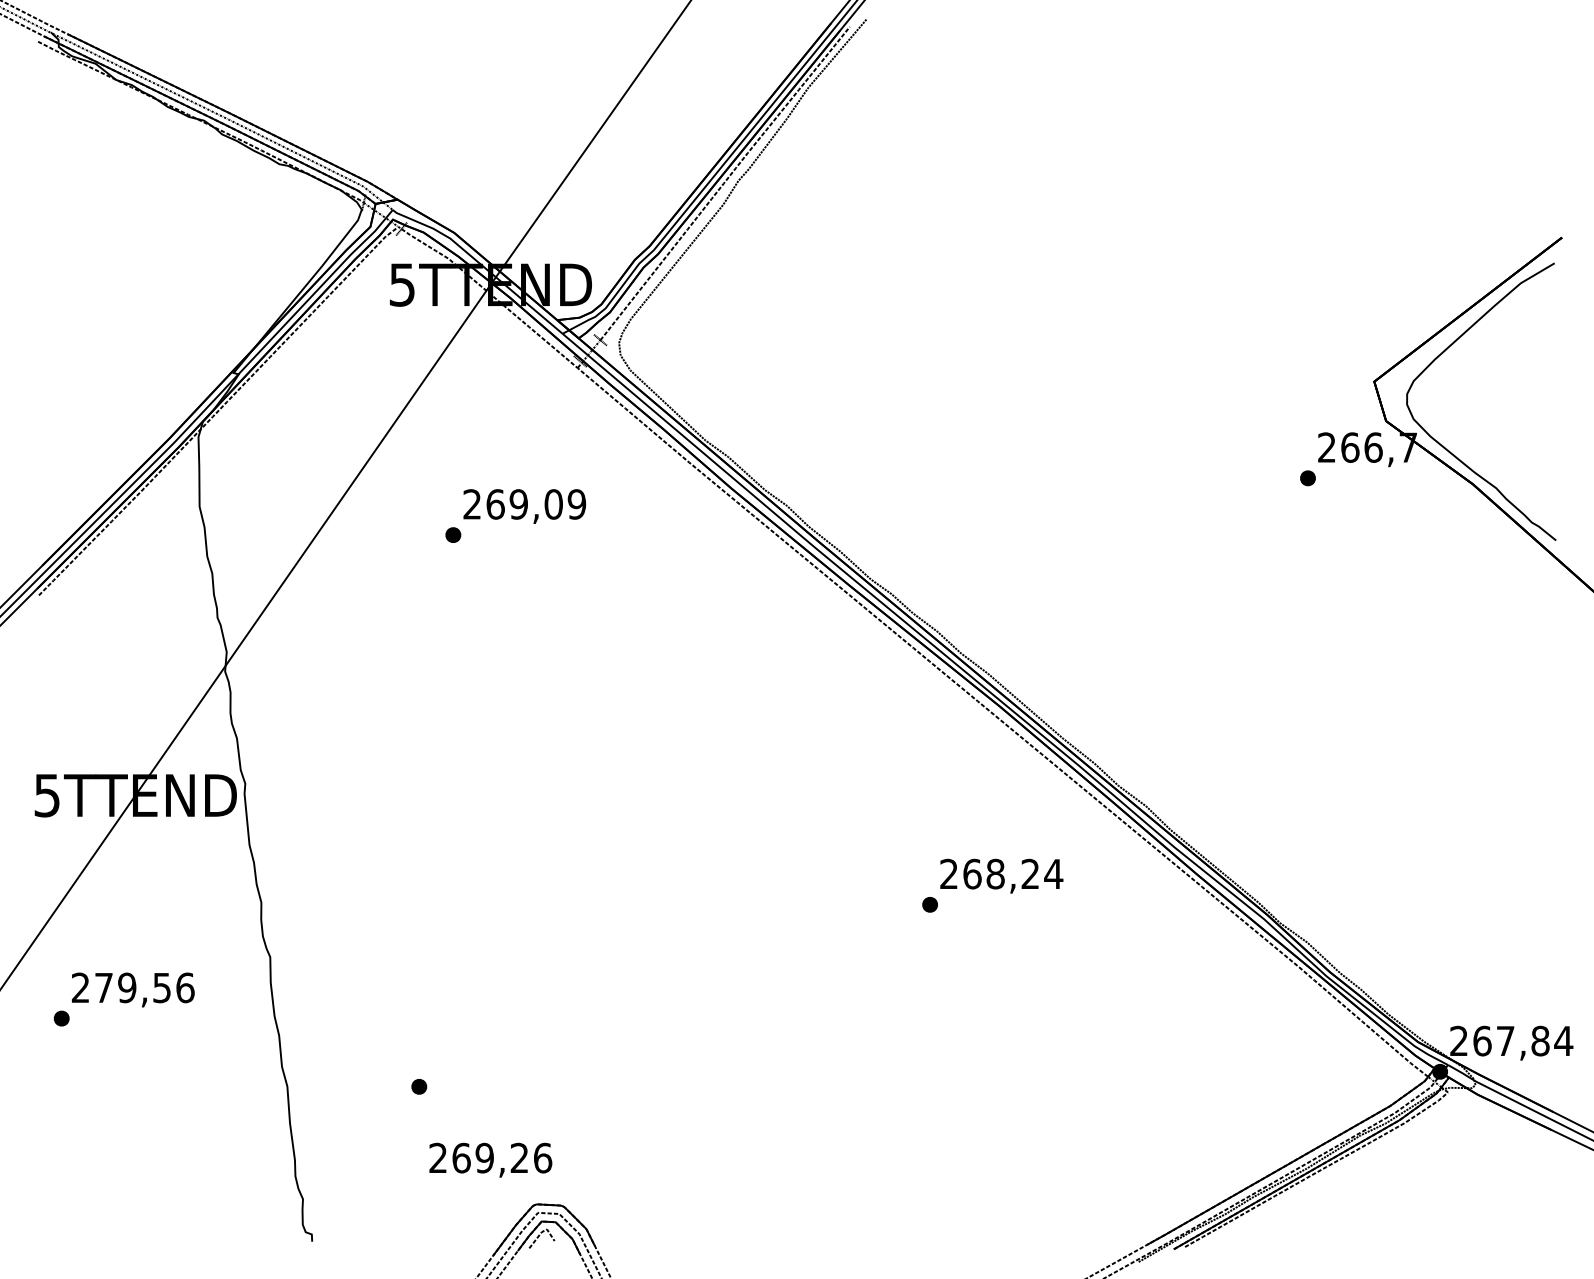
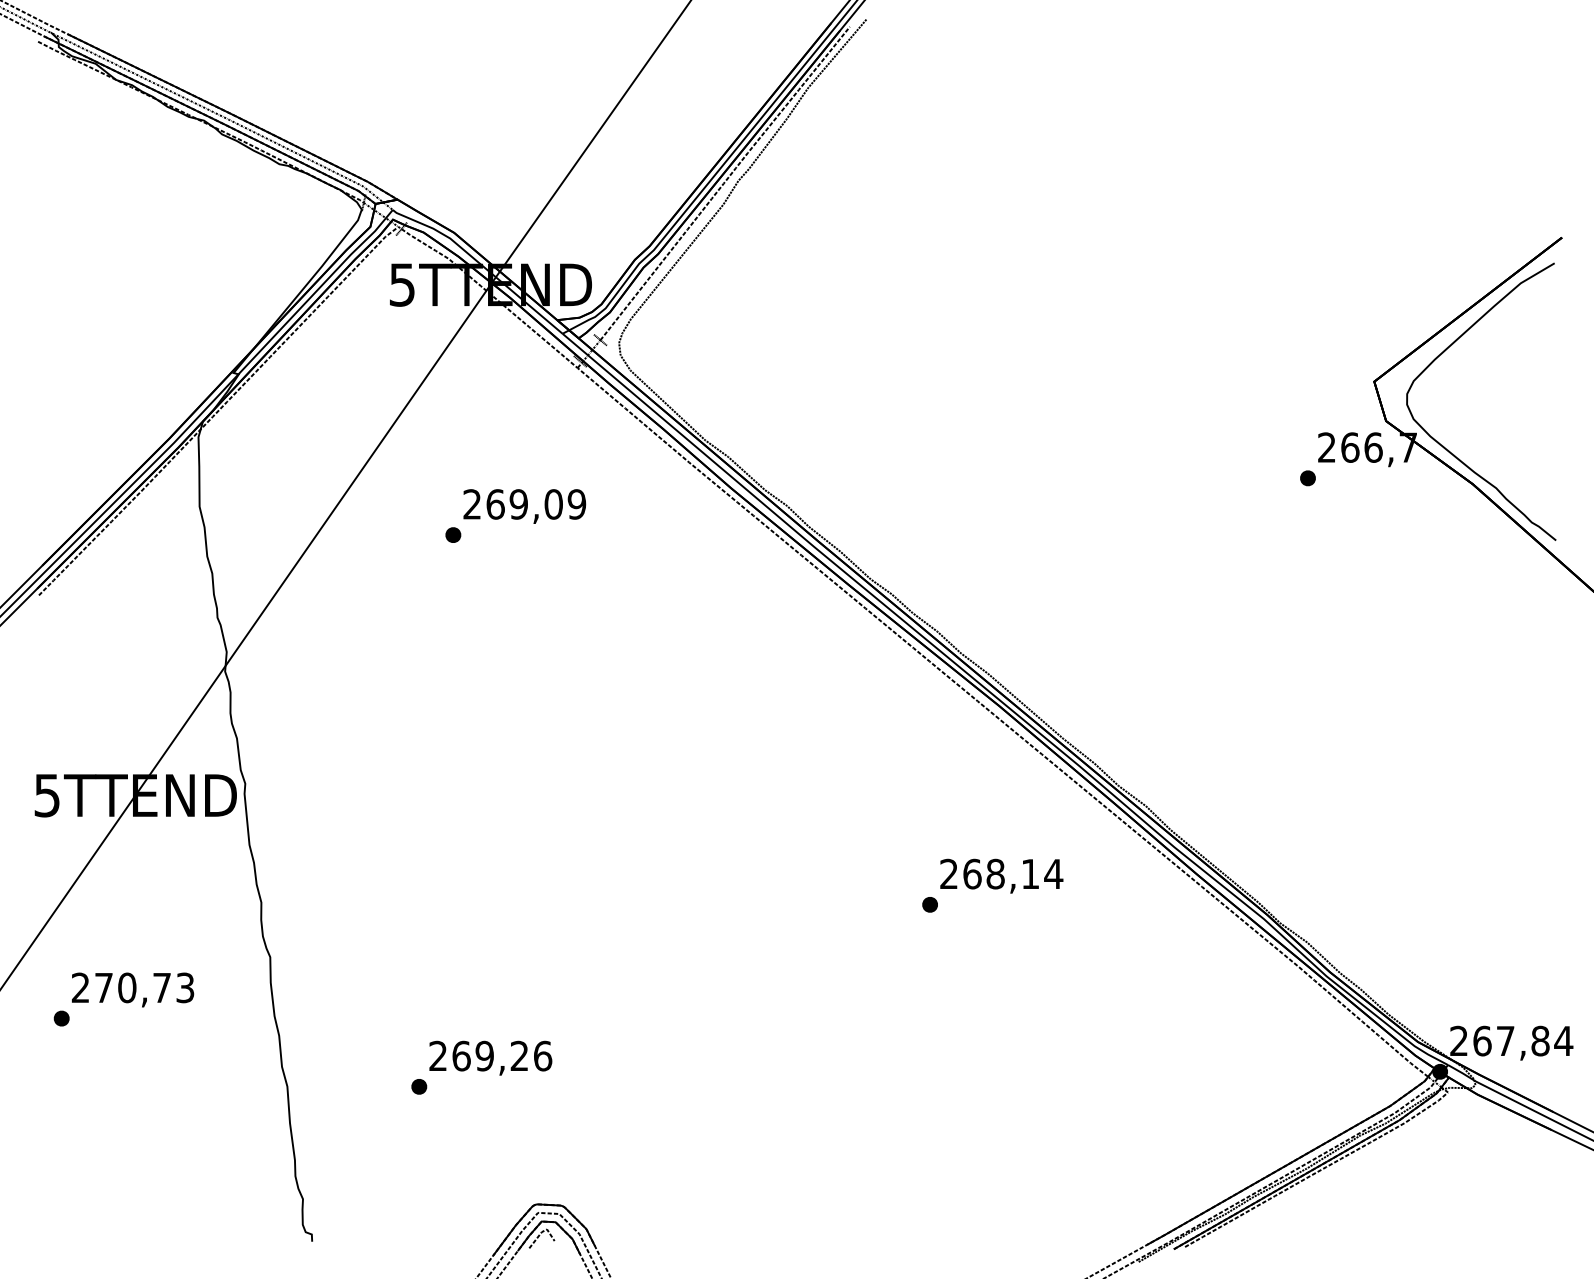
text at (1029, 873): 268,24 -> 268,14
text at (156, 987): 279,56 -> 270,73
text at (490, 1159) position: (490, 1159) -> (490, 1057)
